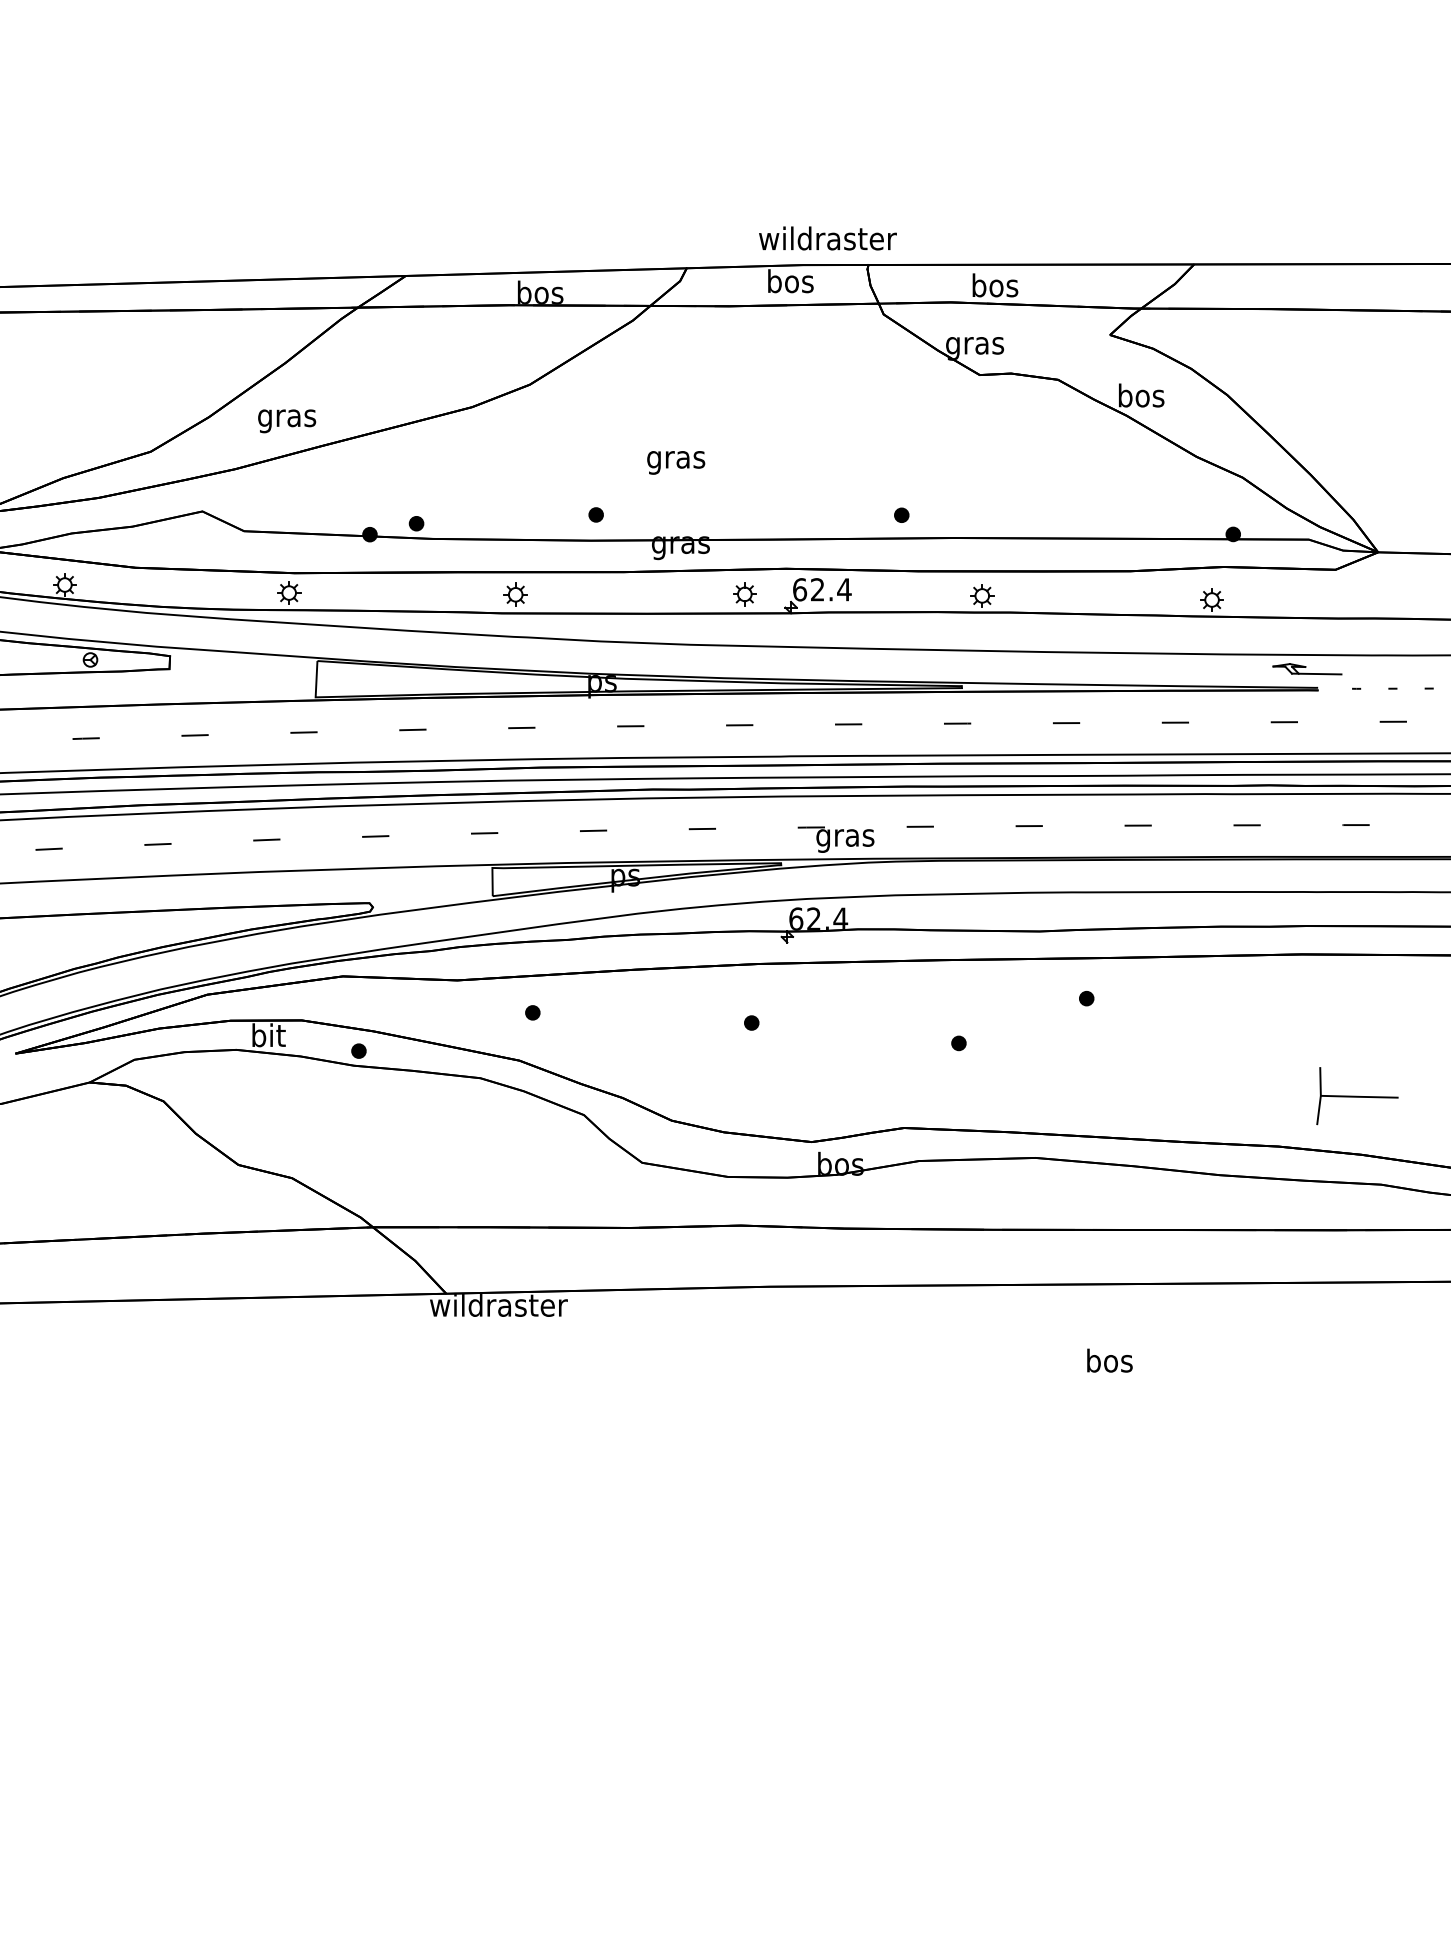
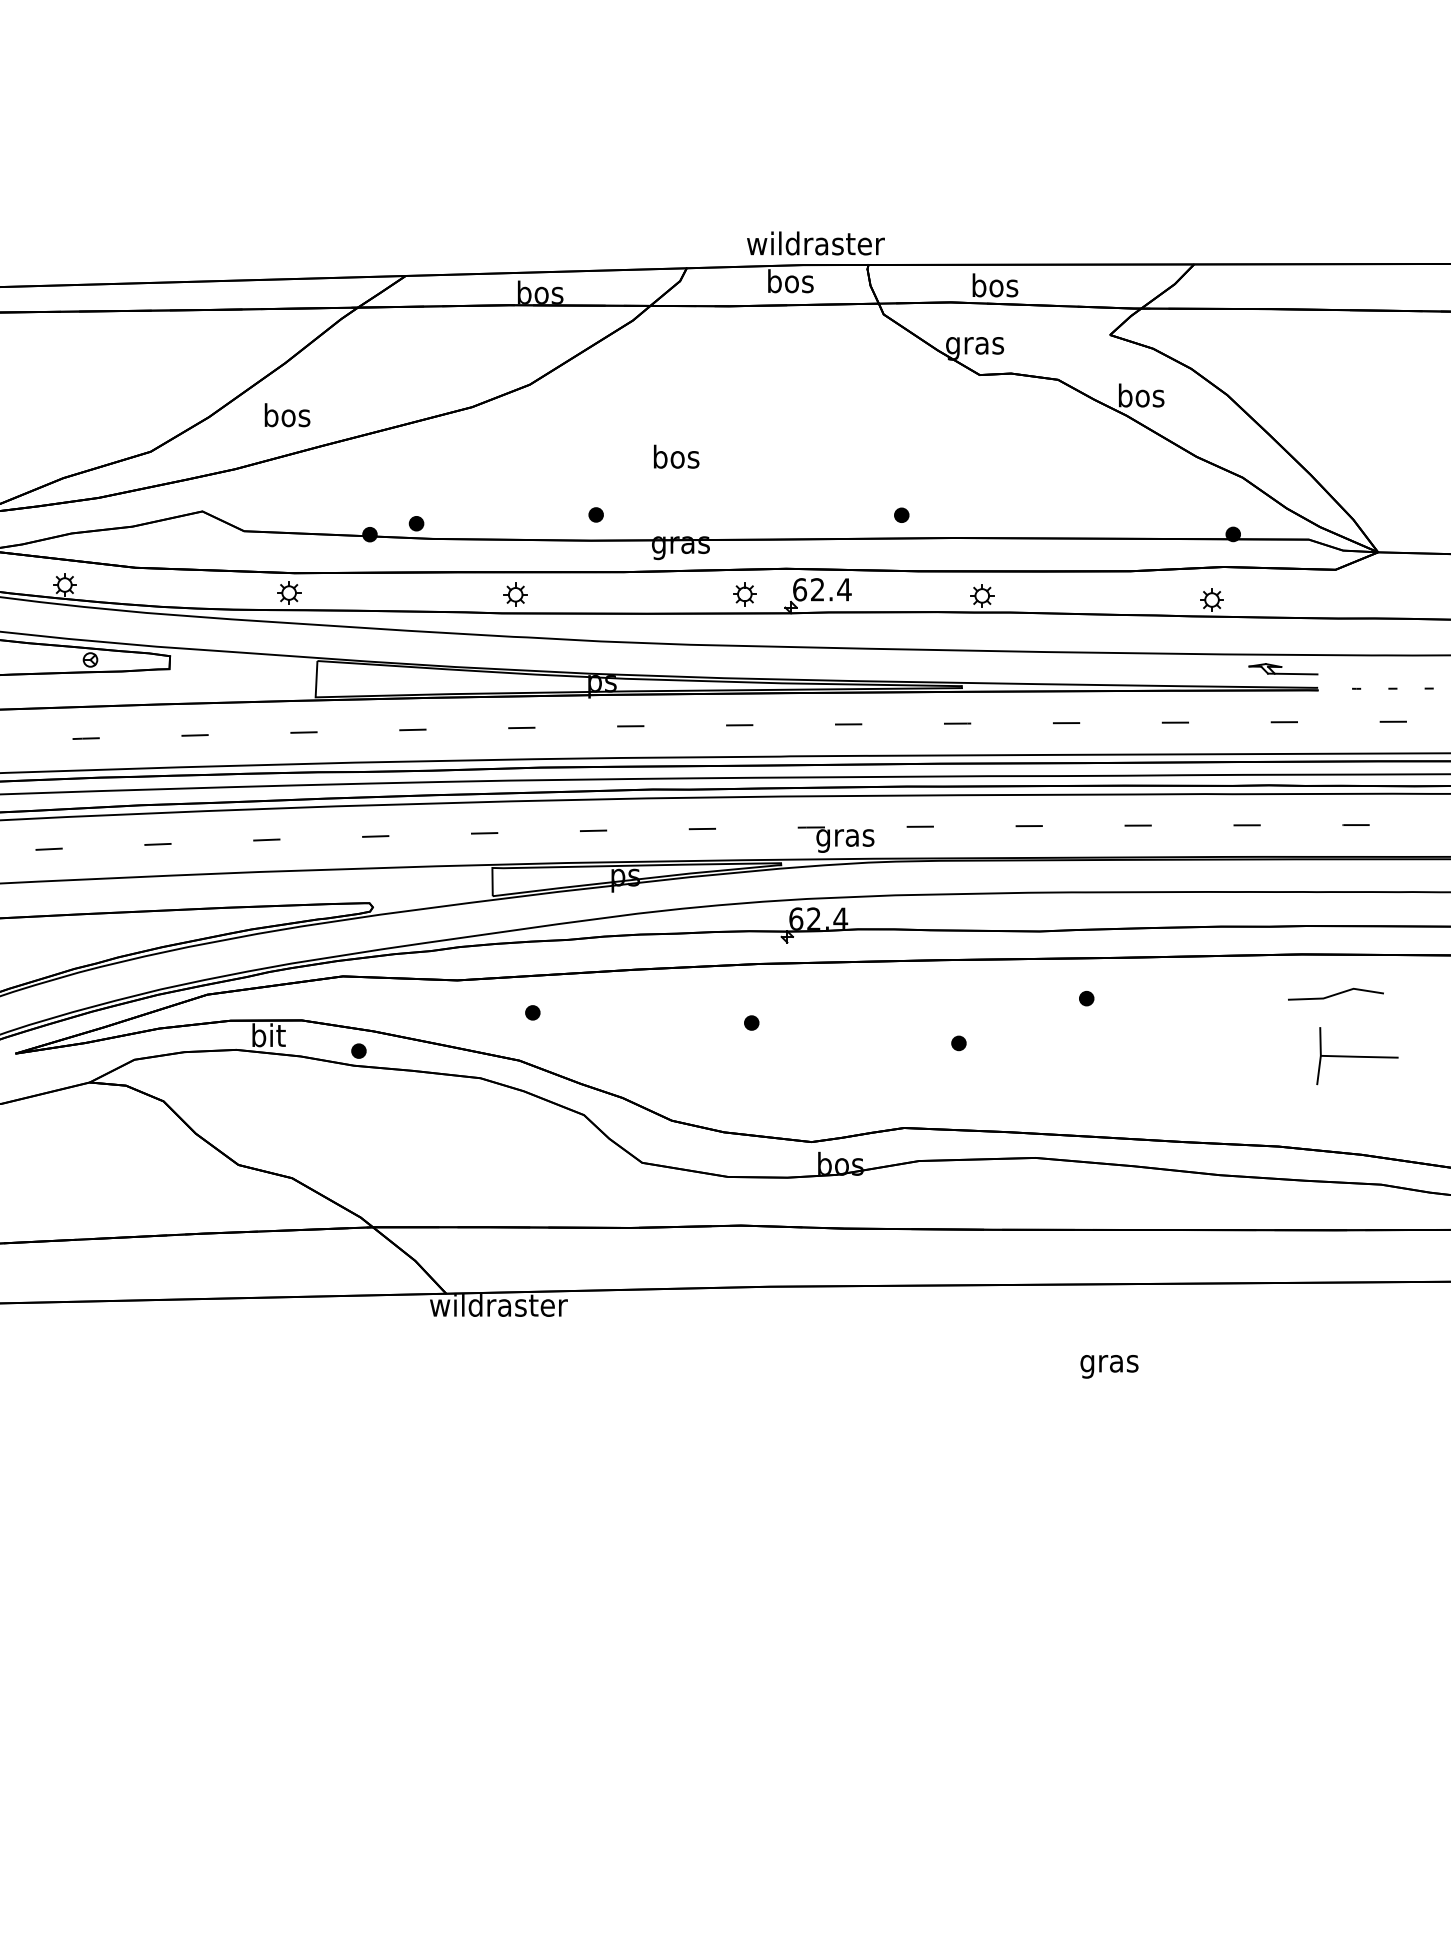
text at (827, 238) position: (827, 238) -> (815, 243)
text at (287, 418): gras -> bos
text at (676, 459): gras -> bos
part at (1307, 669) position: (1307, 669) -> (1283, 669)
line at (1335, 993): none -> present
part at (1357, 1096) position: (1357, 1096) -> (1357, 1056)
text at (1109, 1363): bos -> gras
